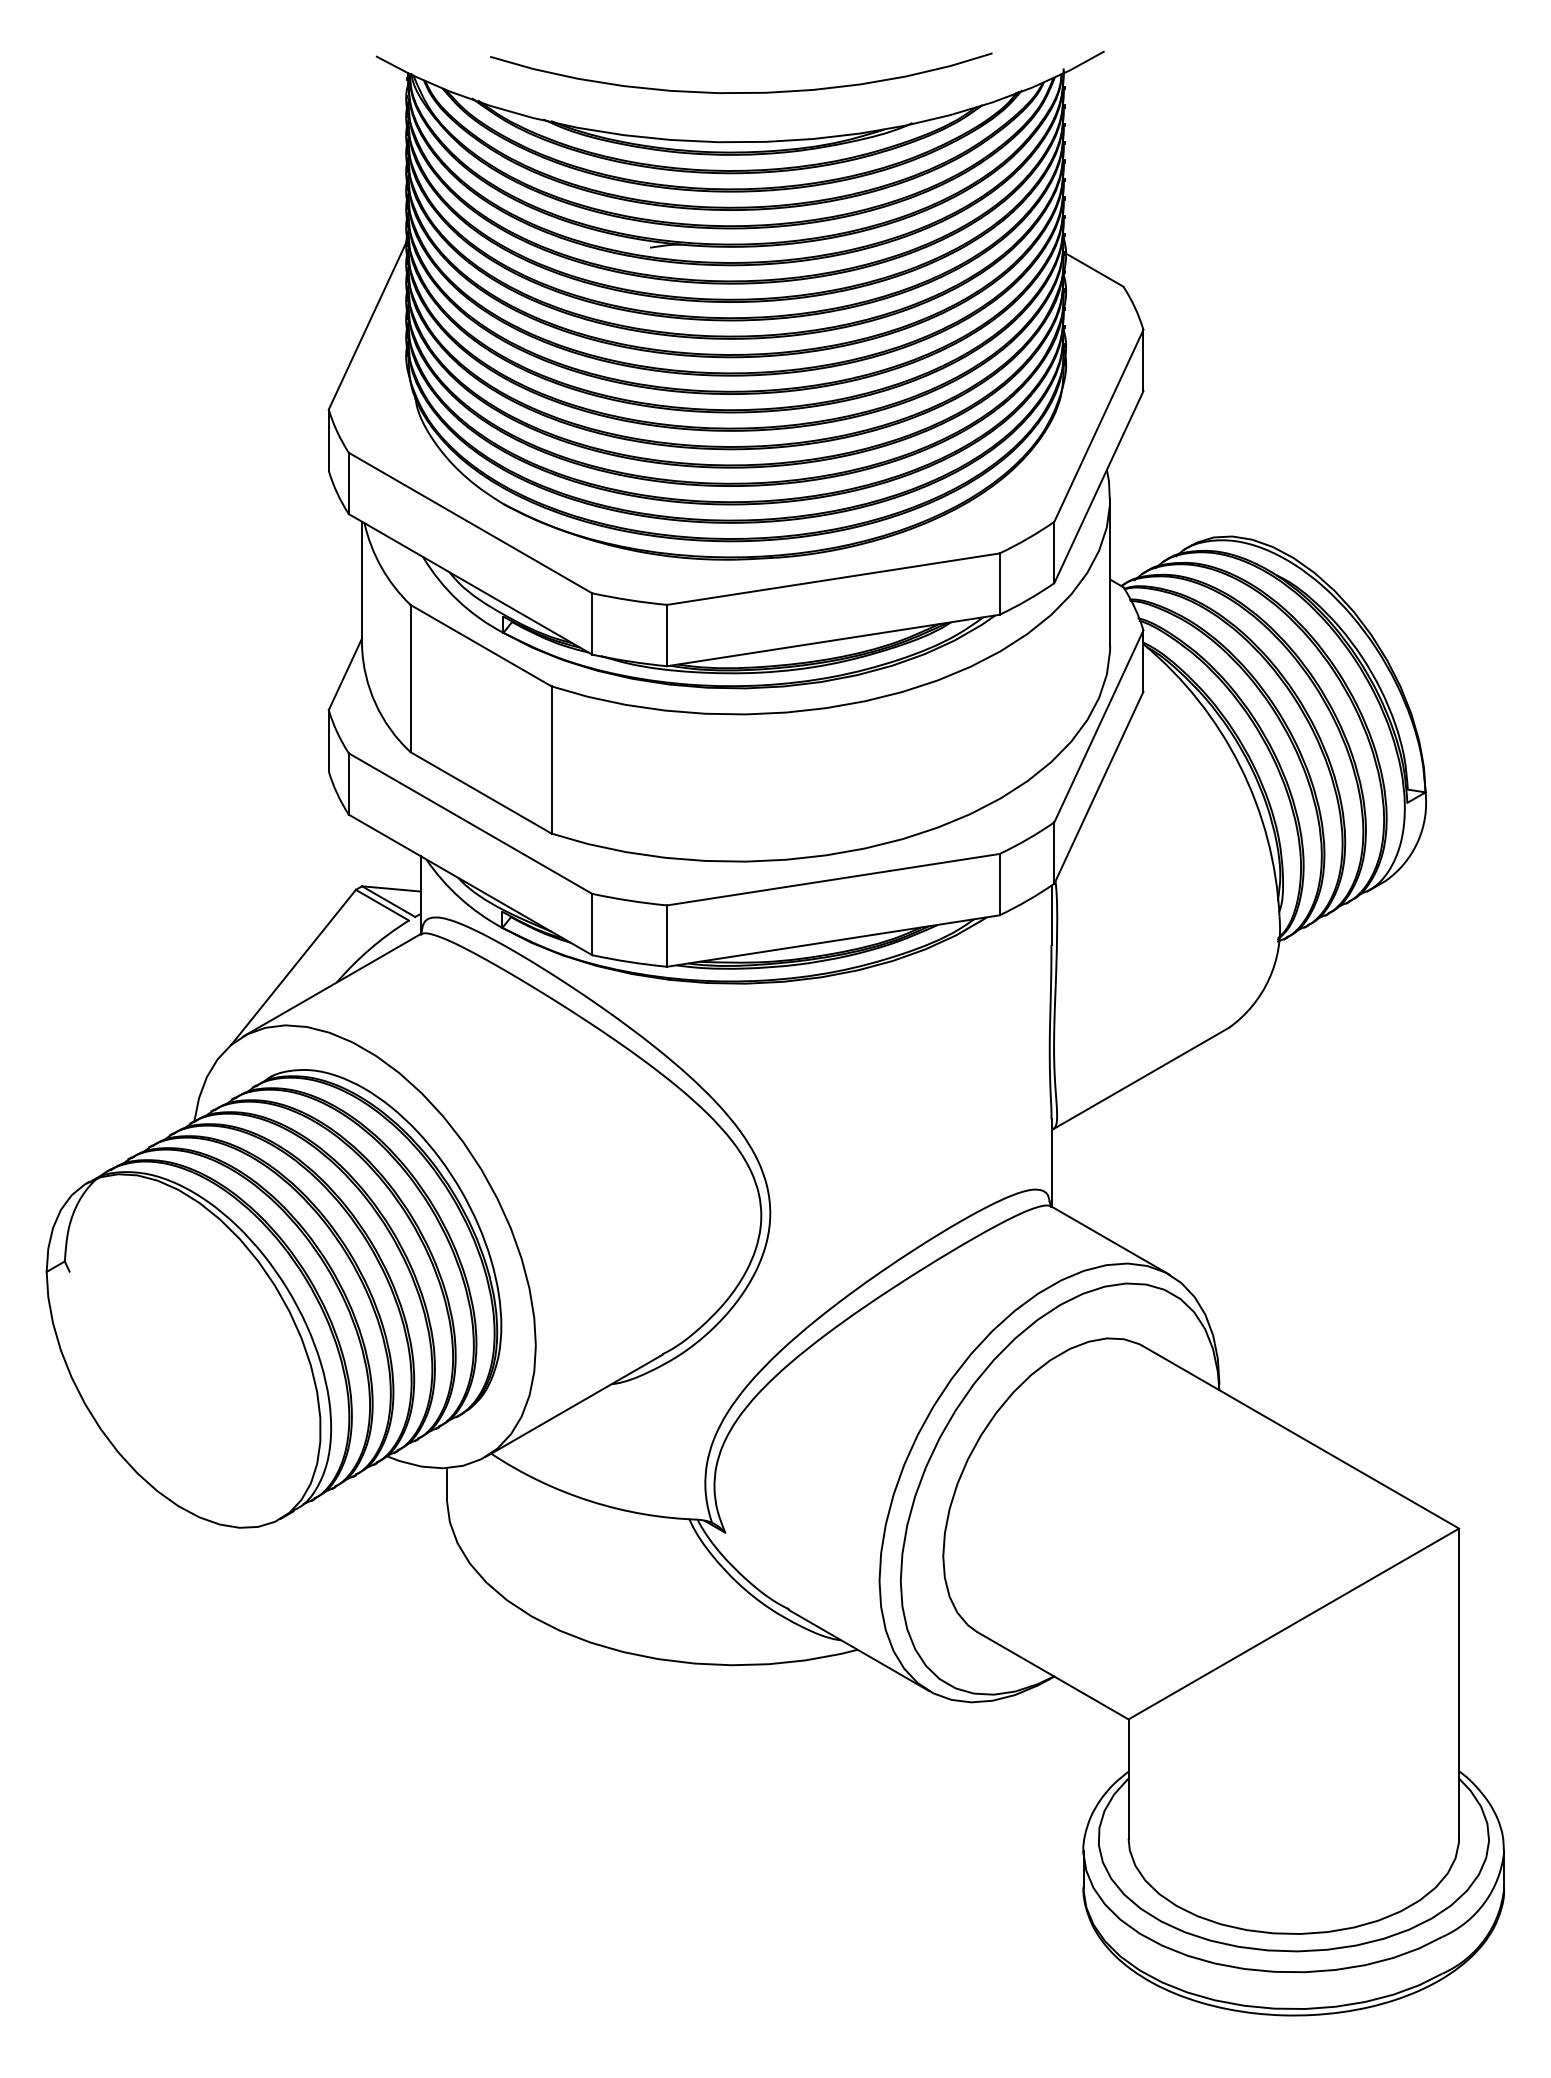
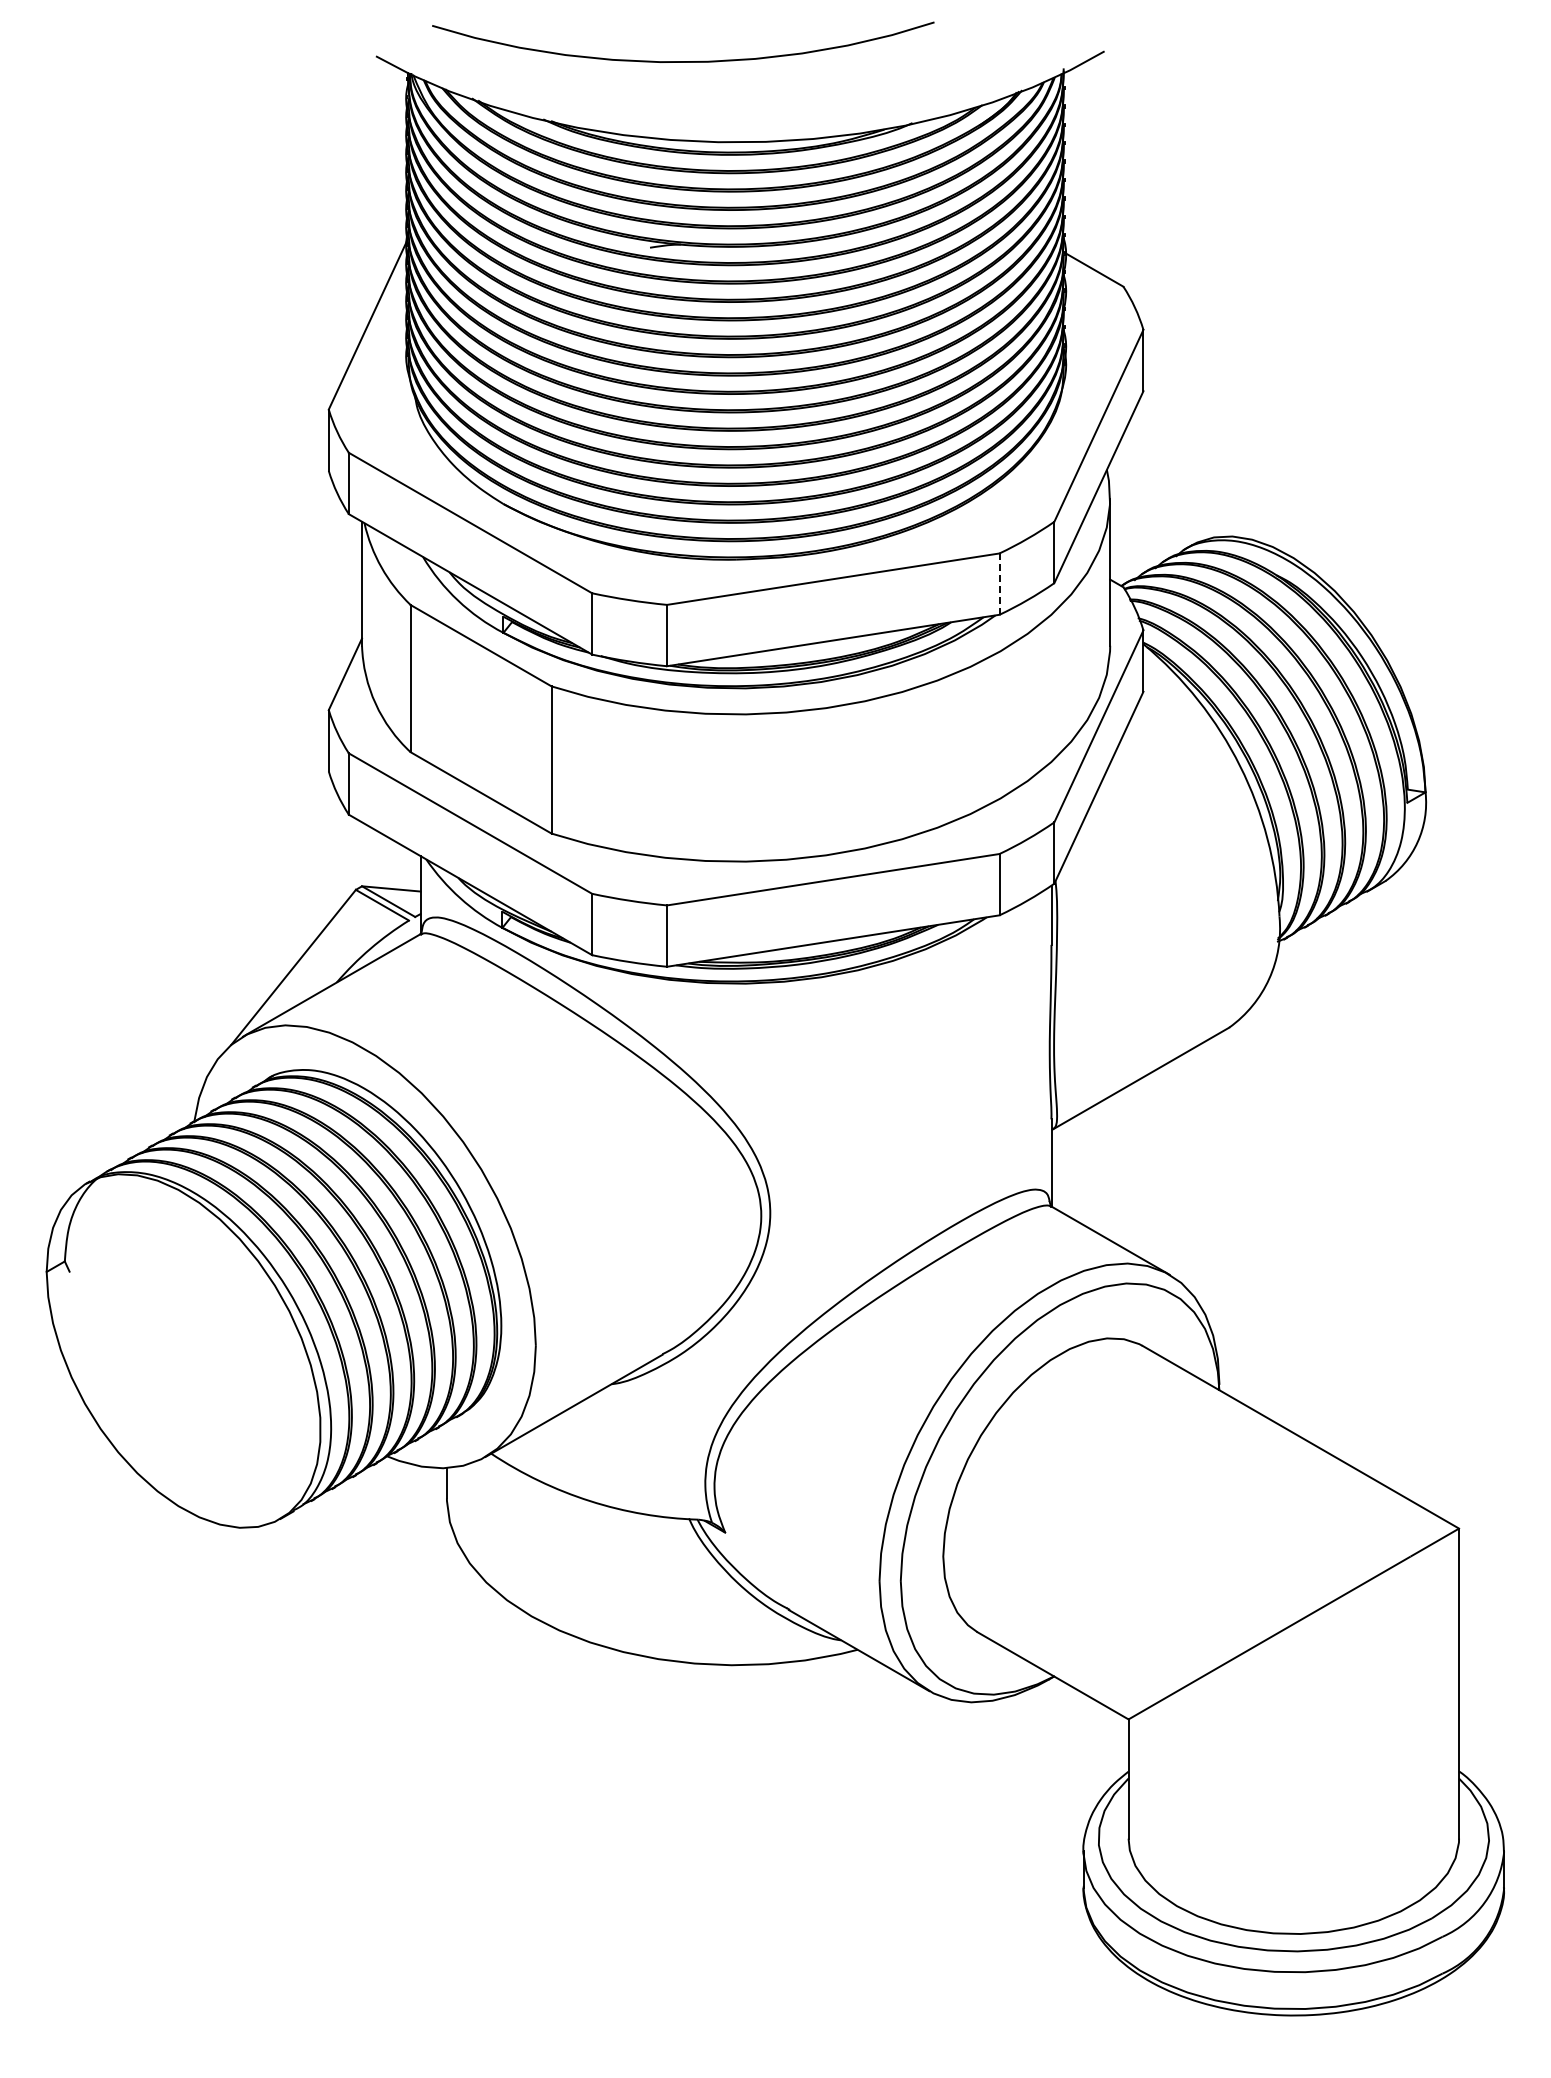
curve at (741, 92) position: (741, 92) -> (683, 61)
line at (999, 584): solid -> dashed
